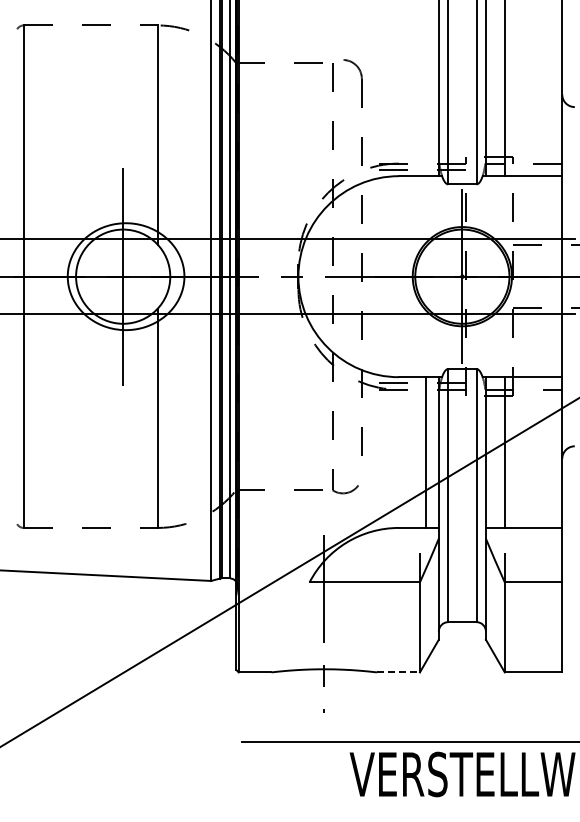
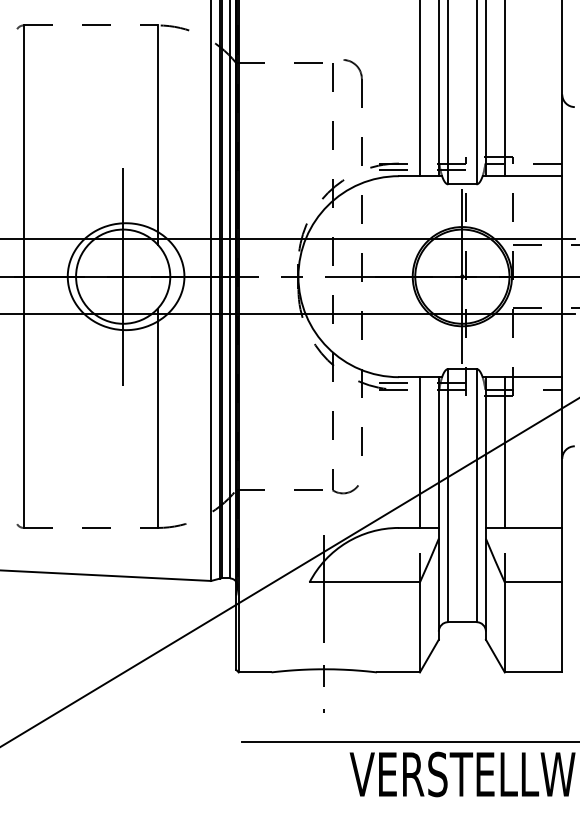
line at (419, 89): none -> present
line at (425, 452) position: (425, 452) -> (419, 452)
line at (398, 672): dashed -> solid
